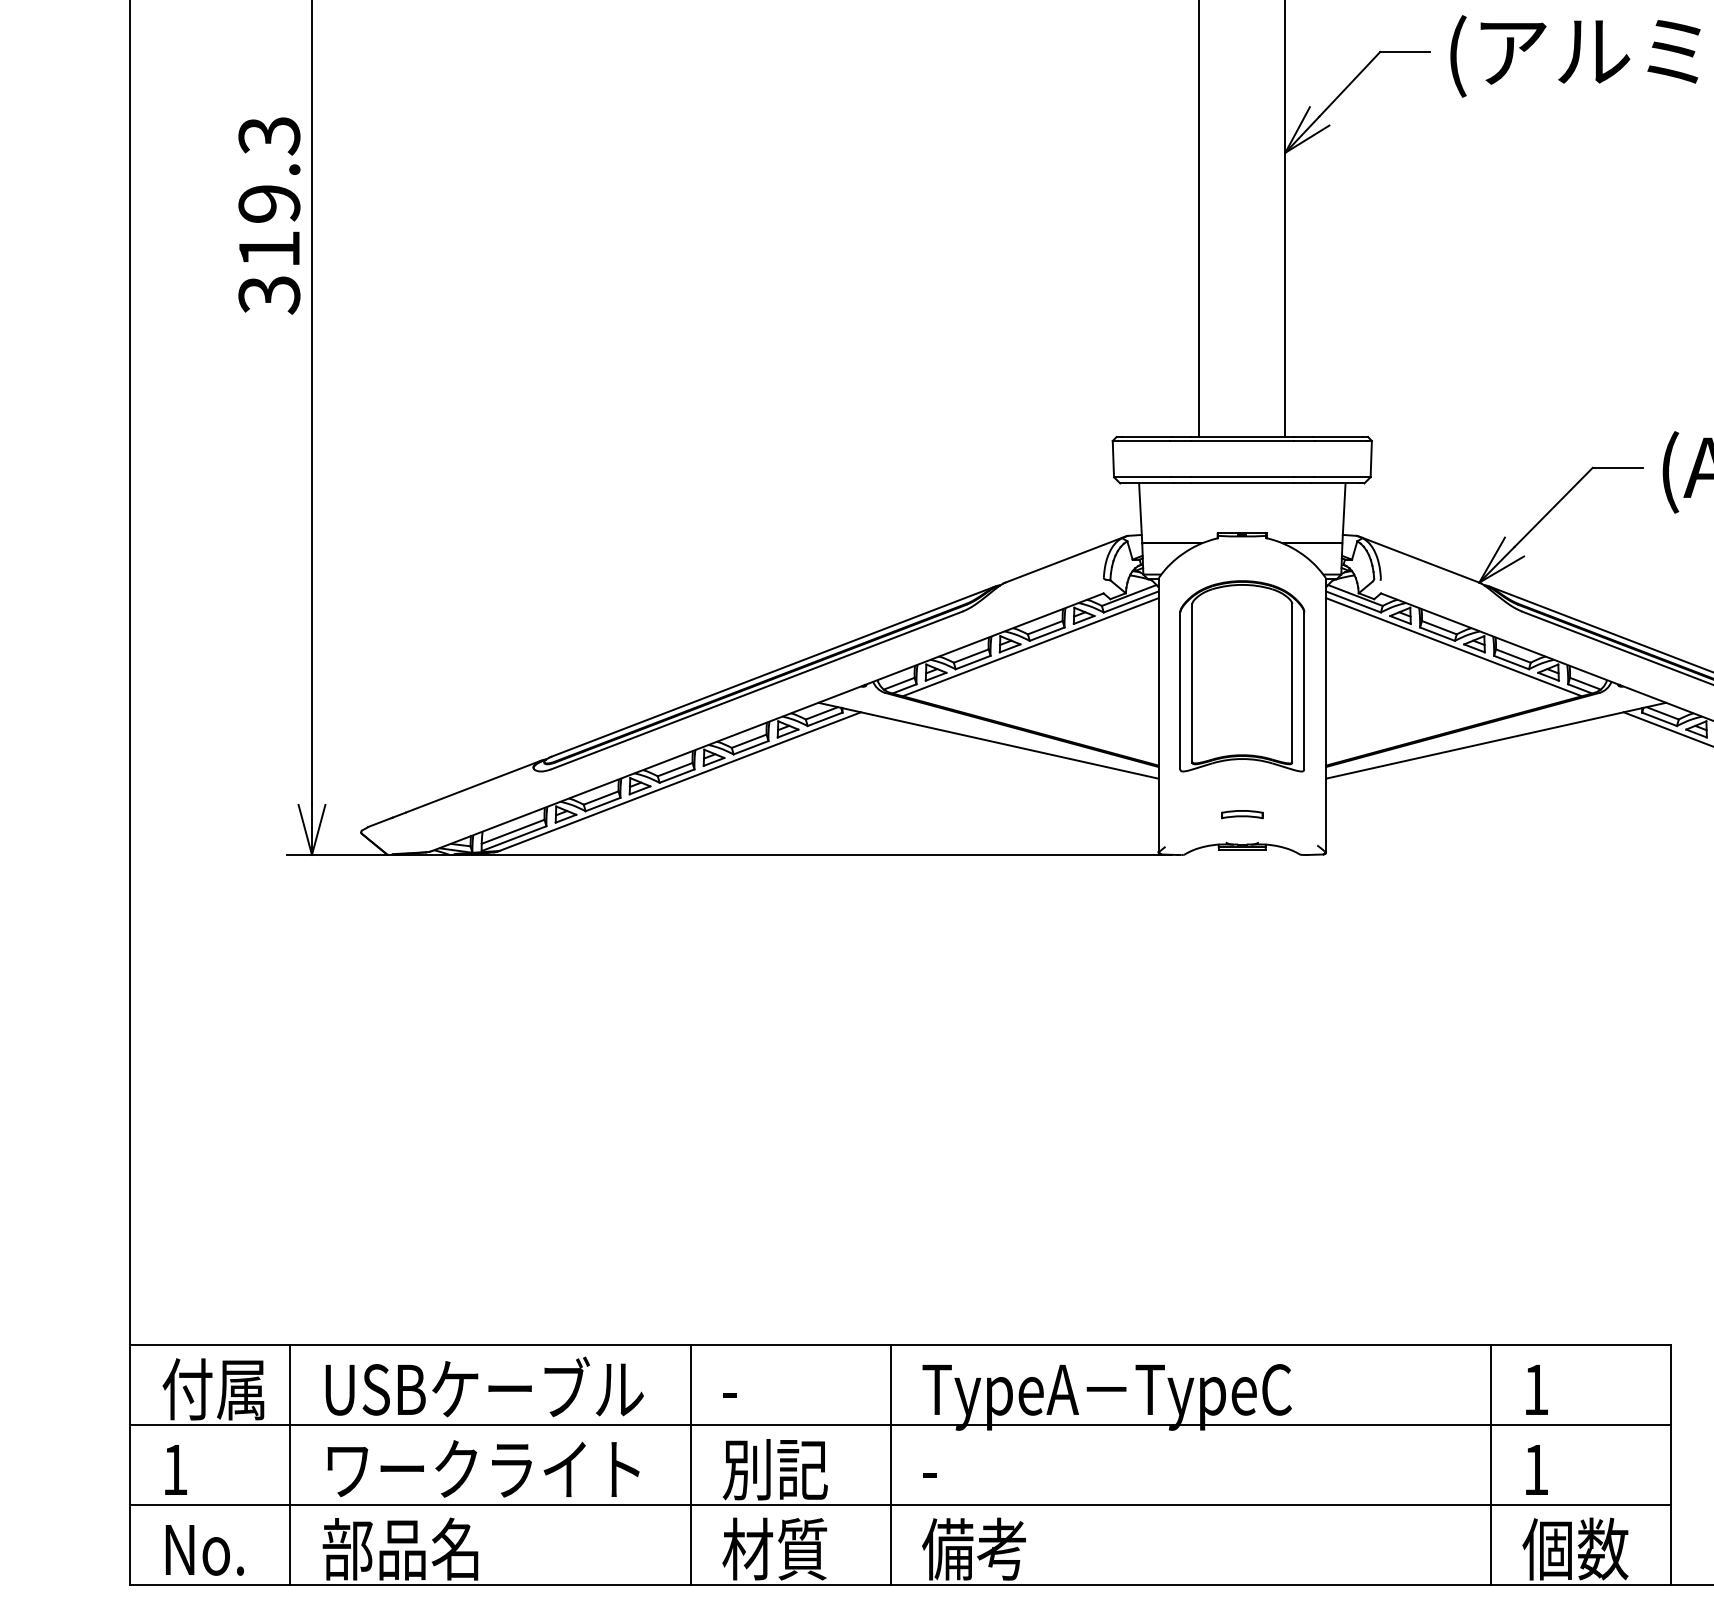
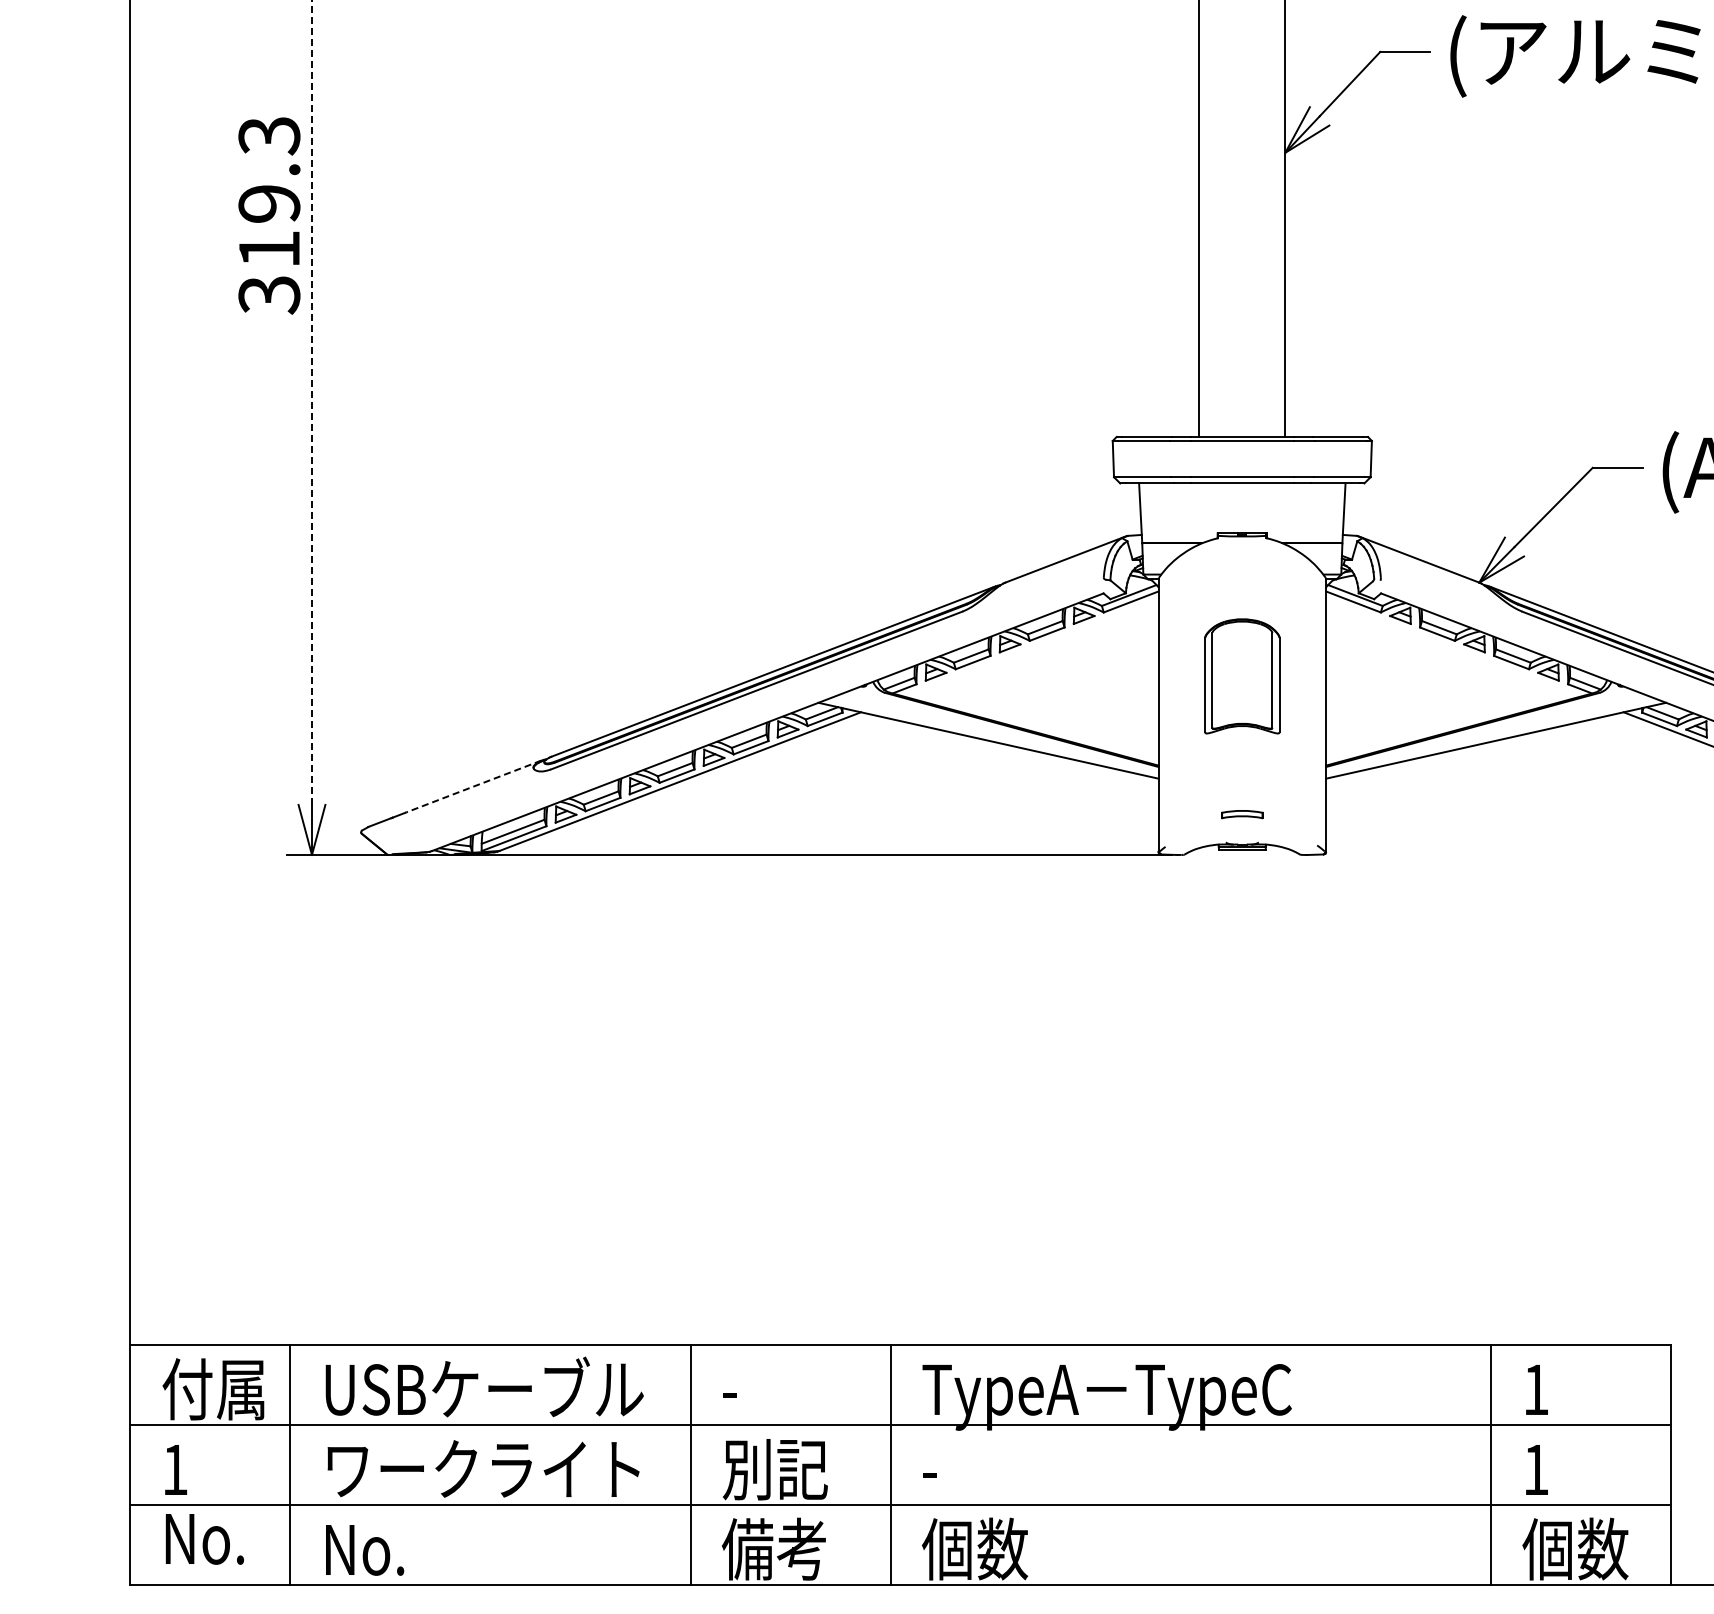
line at (311, 402): solid -> dashed
line at (1030, 647): present -> none
line at (1453, 647): present -> none
part at (1242, 676) size: 127x193 px -> 77x117 px
line at (473, 786): solid -> dashed
text at (400, 1548): 部品名 -> No.
text at (774, 1548): 材質 -> 備考
text at (975, 1548): 備考 -> 個数
text at (204, 1550) position: (204, 1550) -> (204, 1539)
